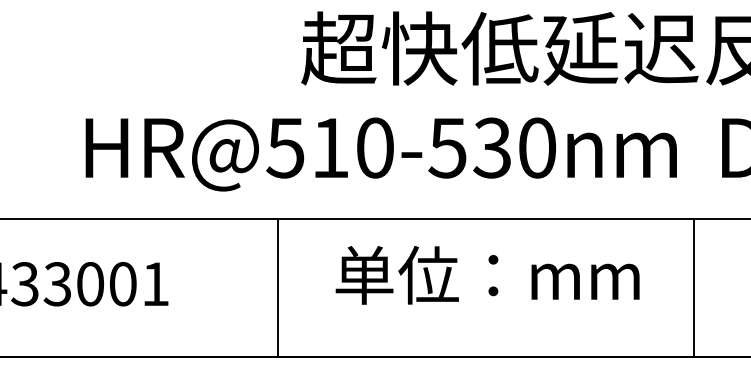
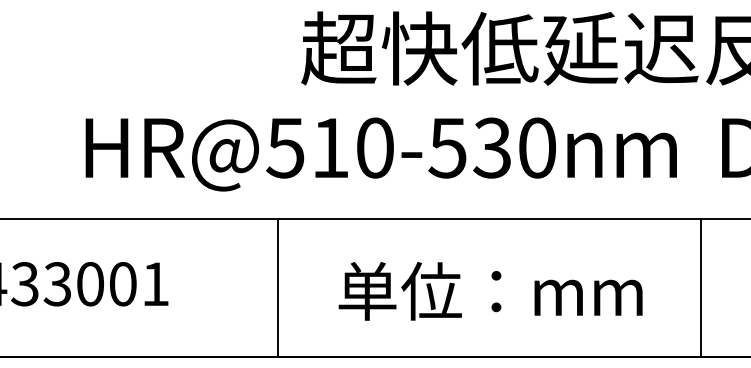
text at (487, 275) position: (487, 275) -> (490, 291)
line at (694, 287) position: (694, 287) -> (701, 287)
